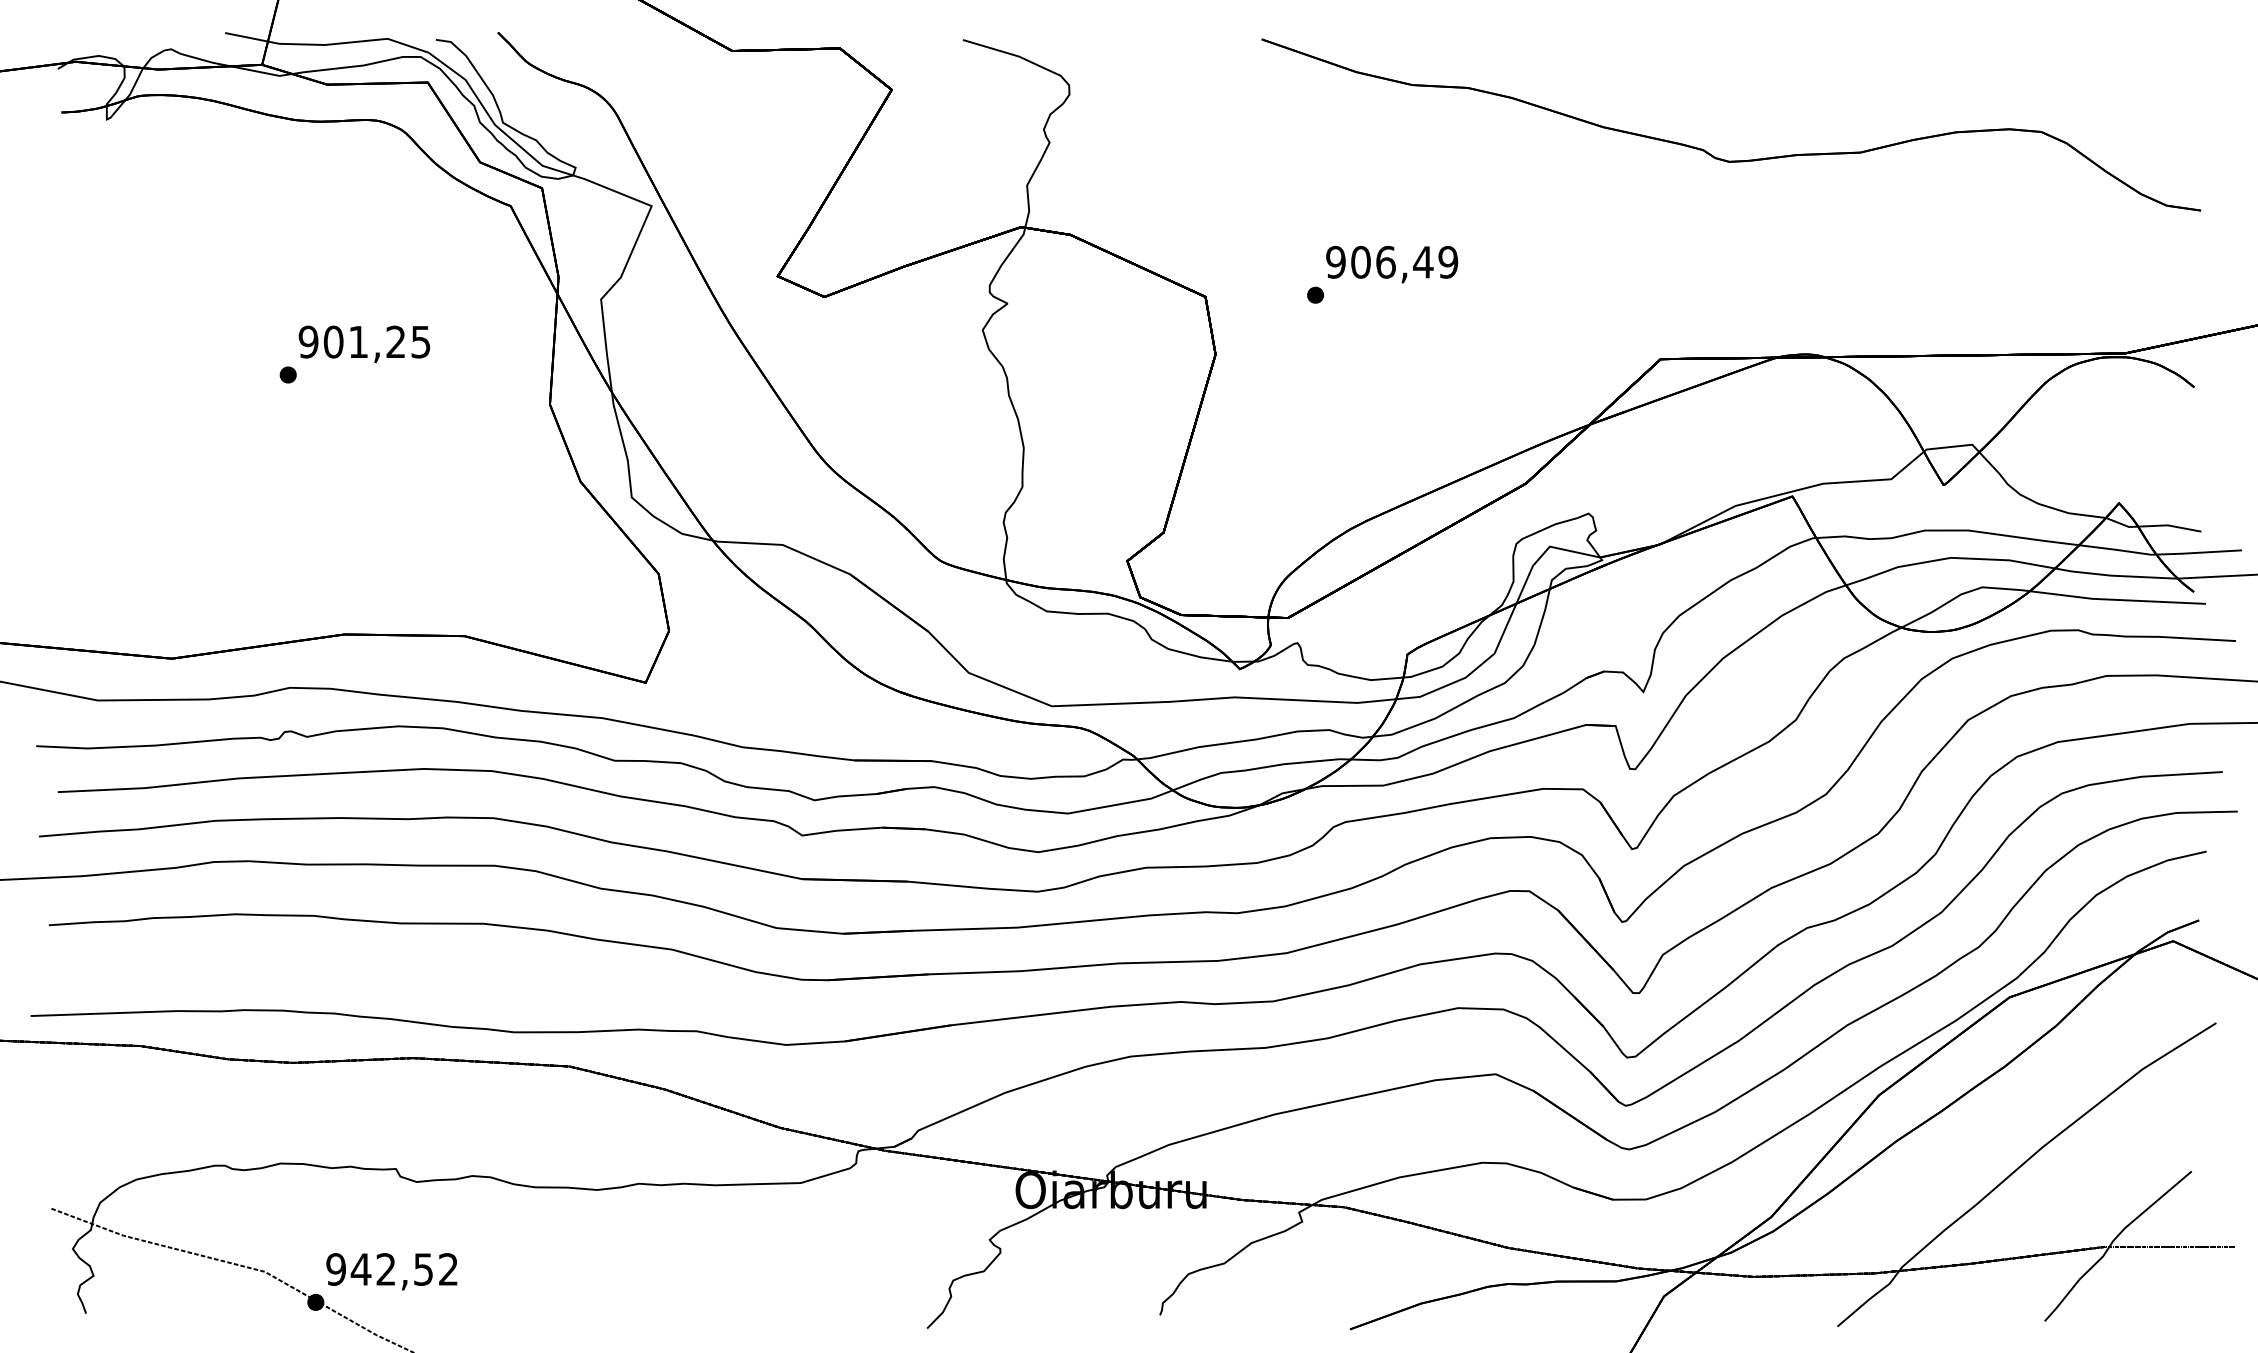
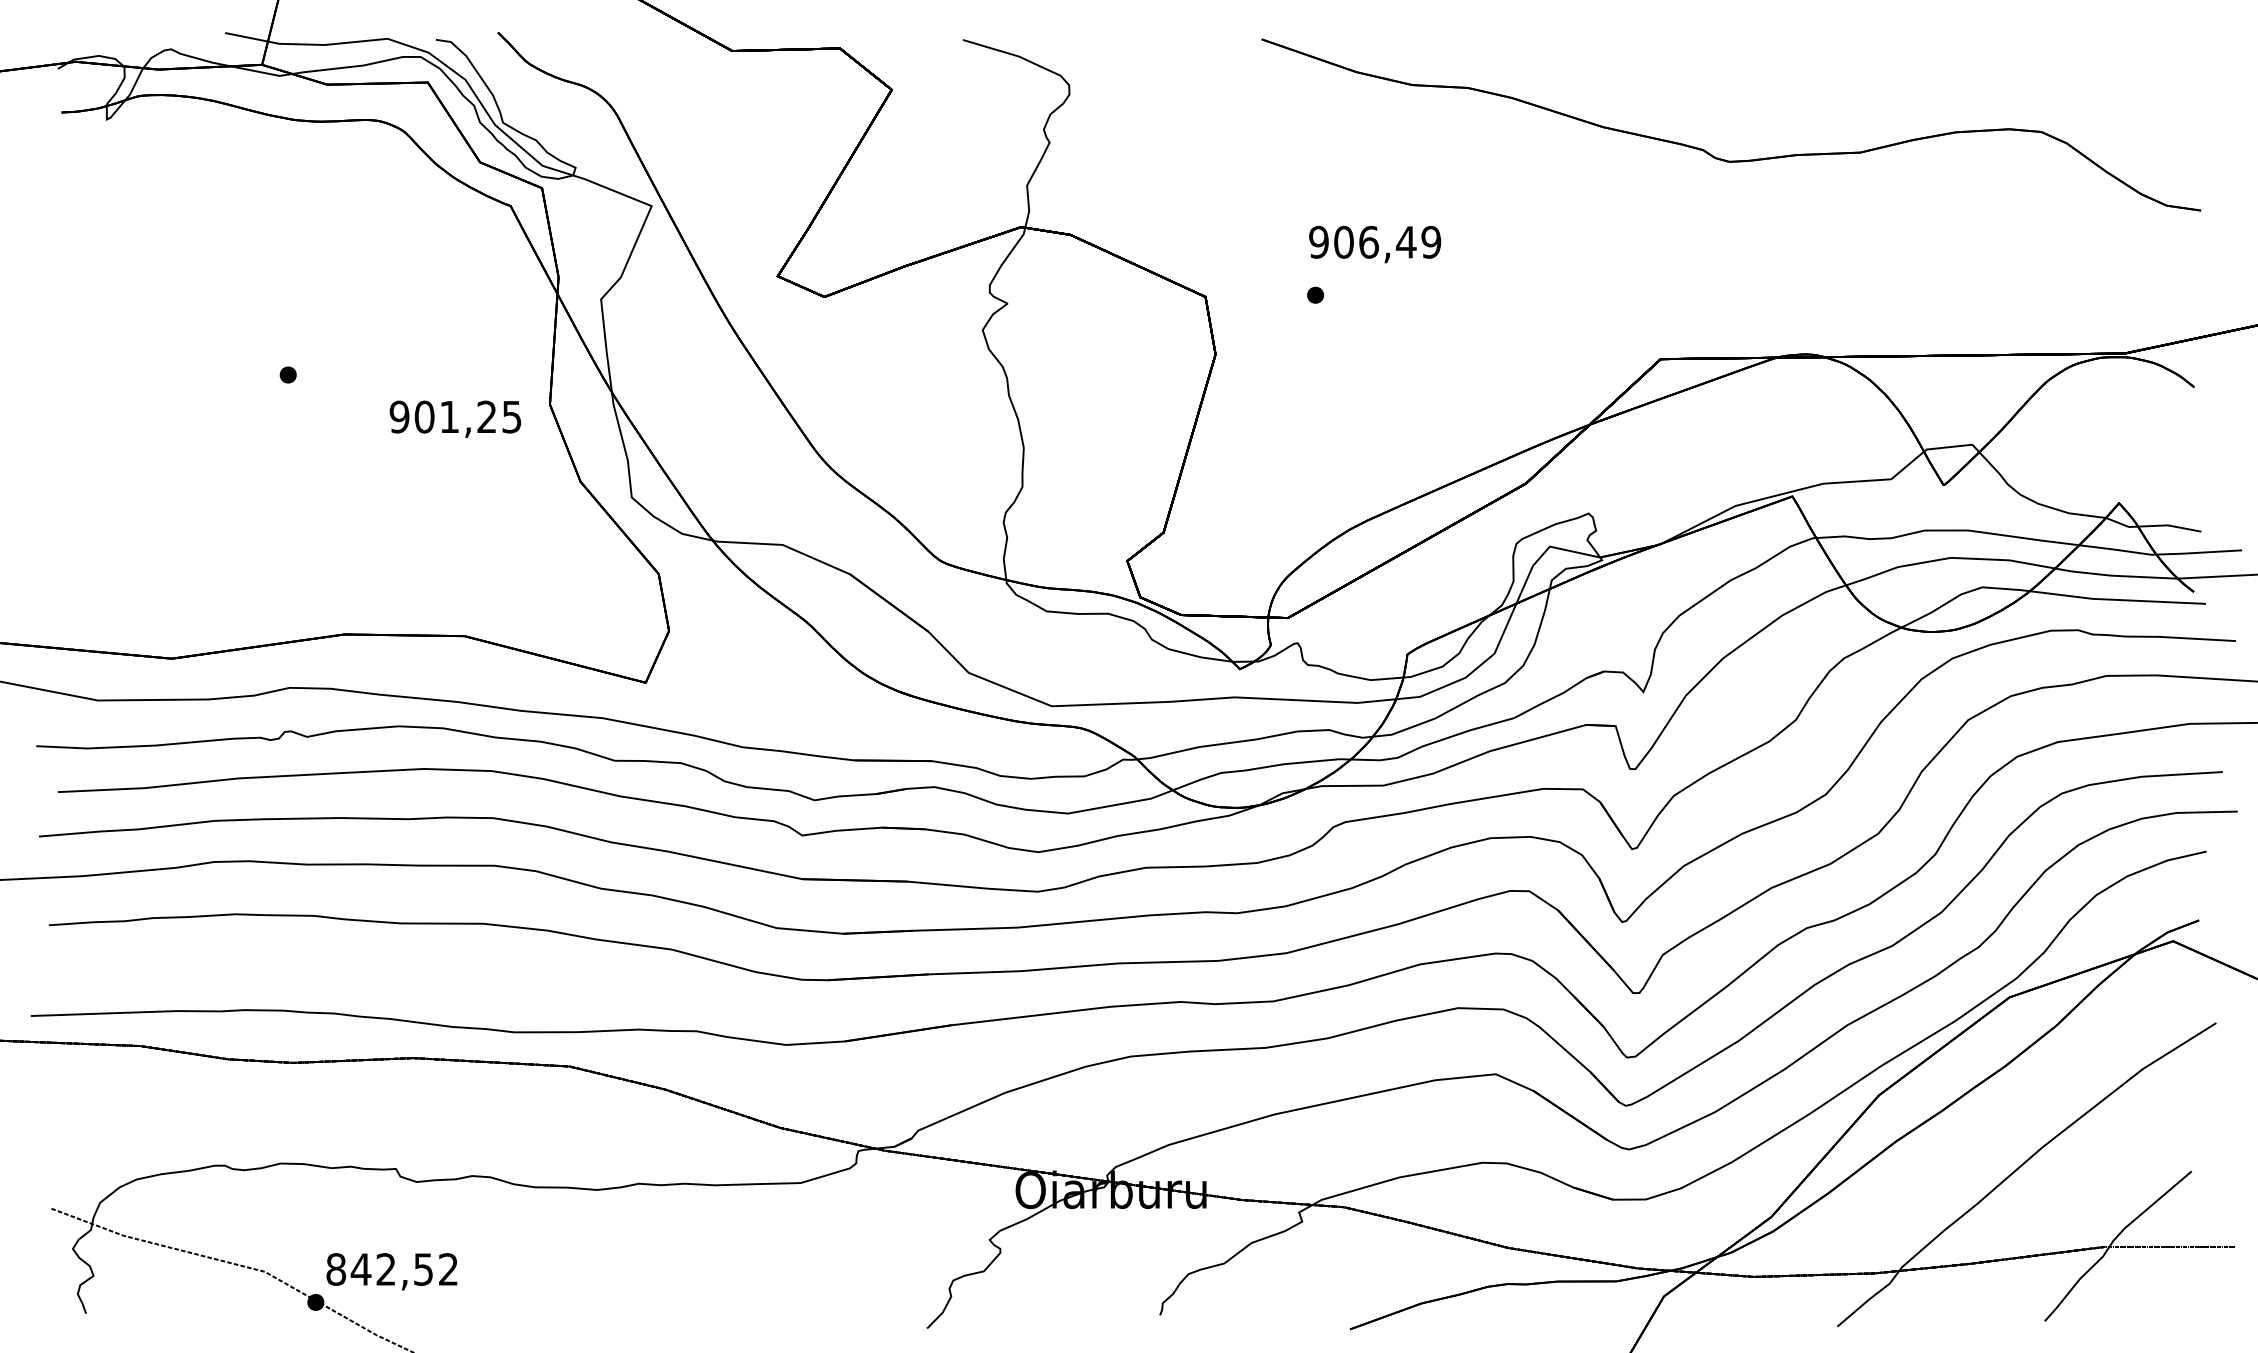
text at (1392, 264) position: (1392, 264) -> (1375, 244)
text at (364, 343) position: (364, 343) -> (455, 418)
text at (336, 1269): 942,52 -> 842,52
